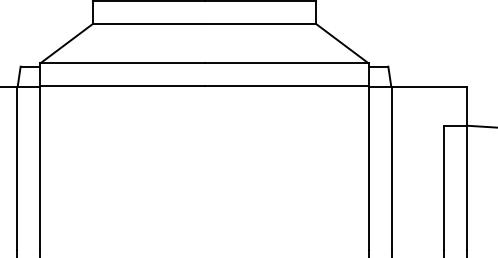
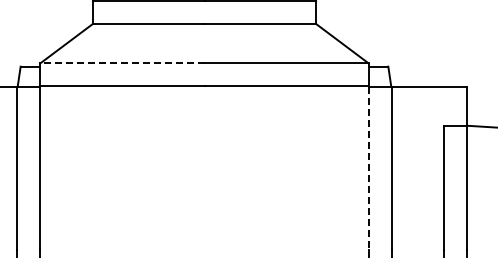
line at (121, 63): solid -> dashed
line at (368, 168): solid -> dashed
